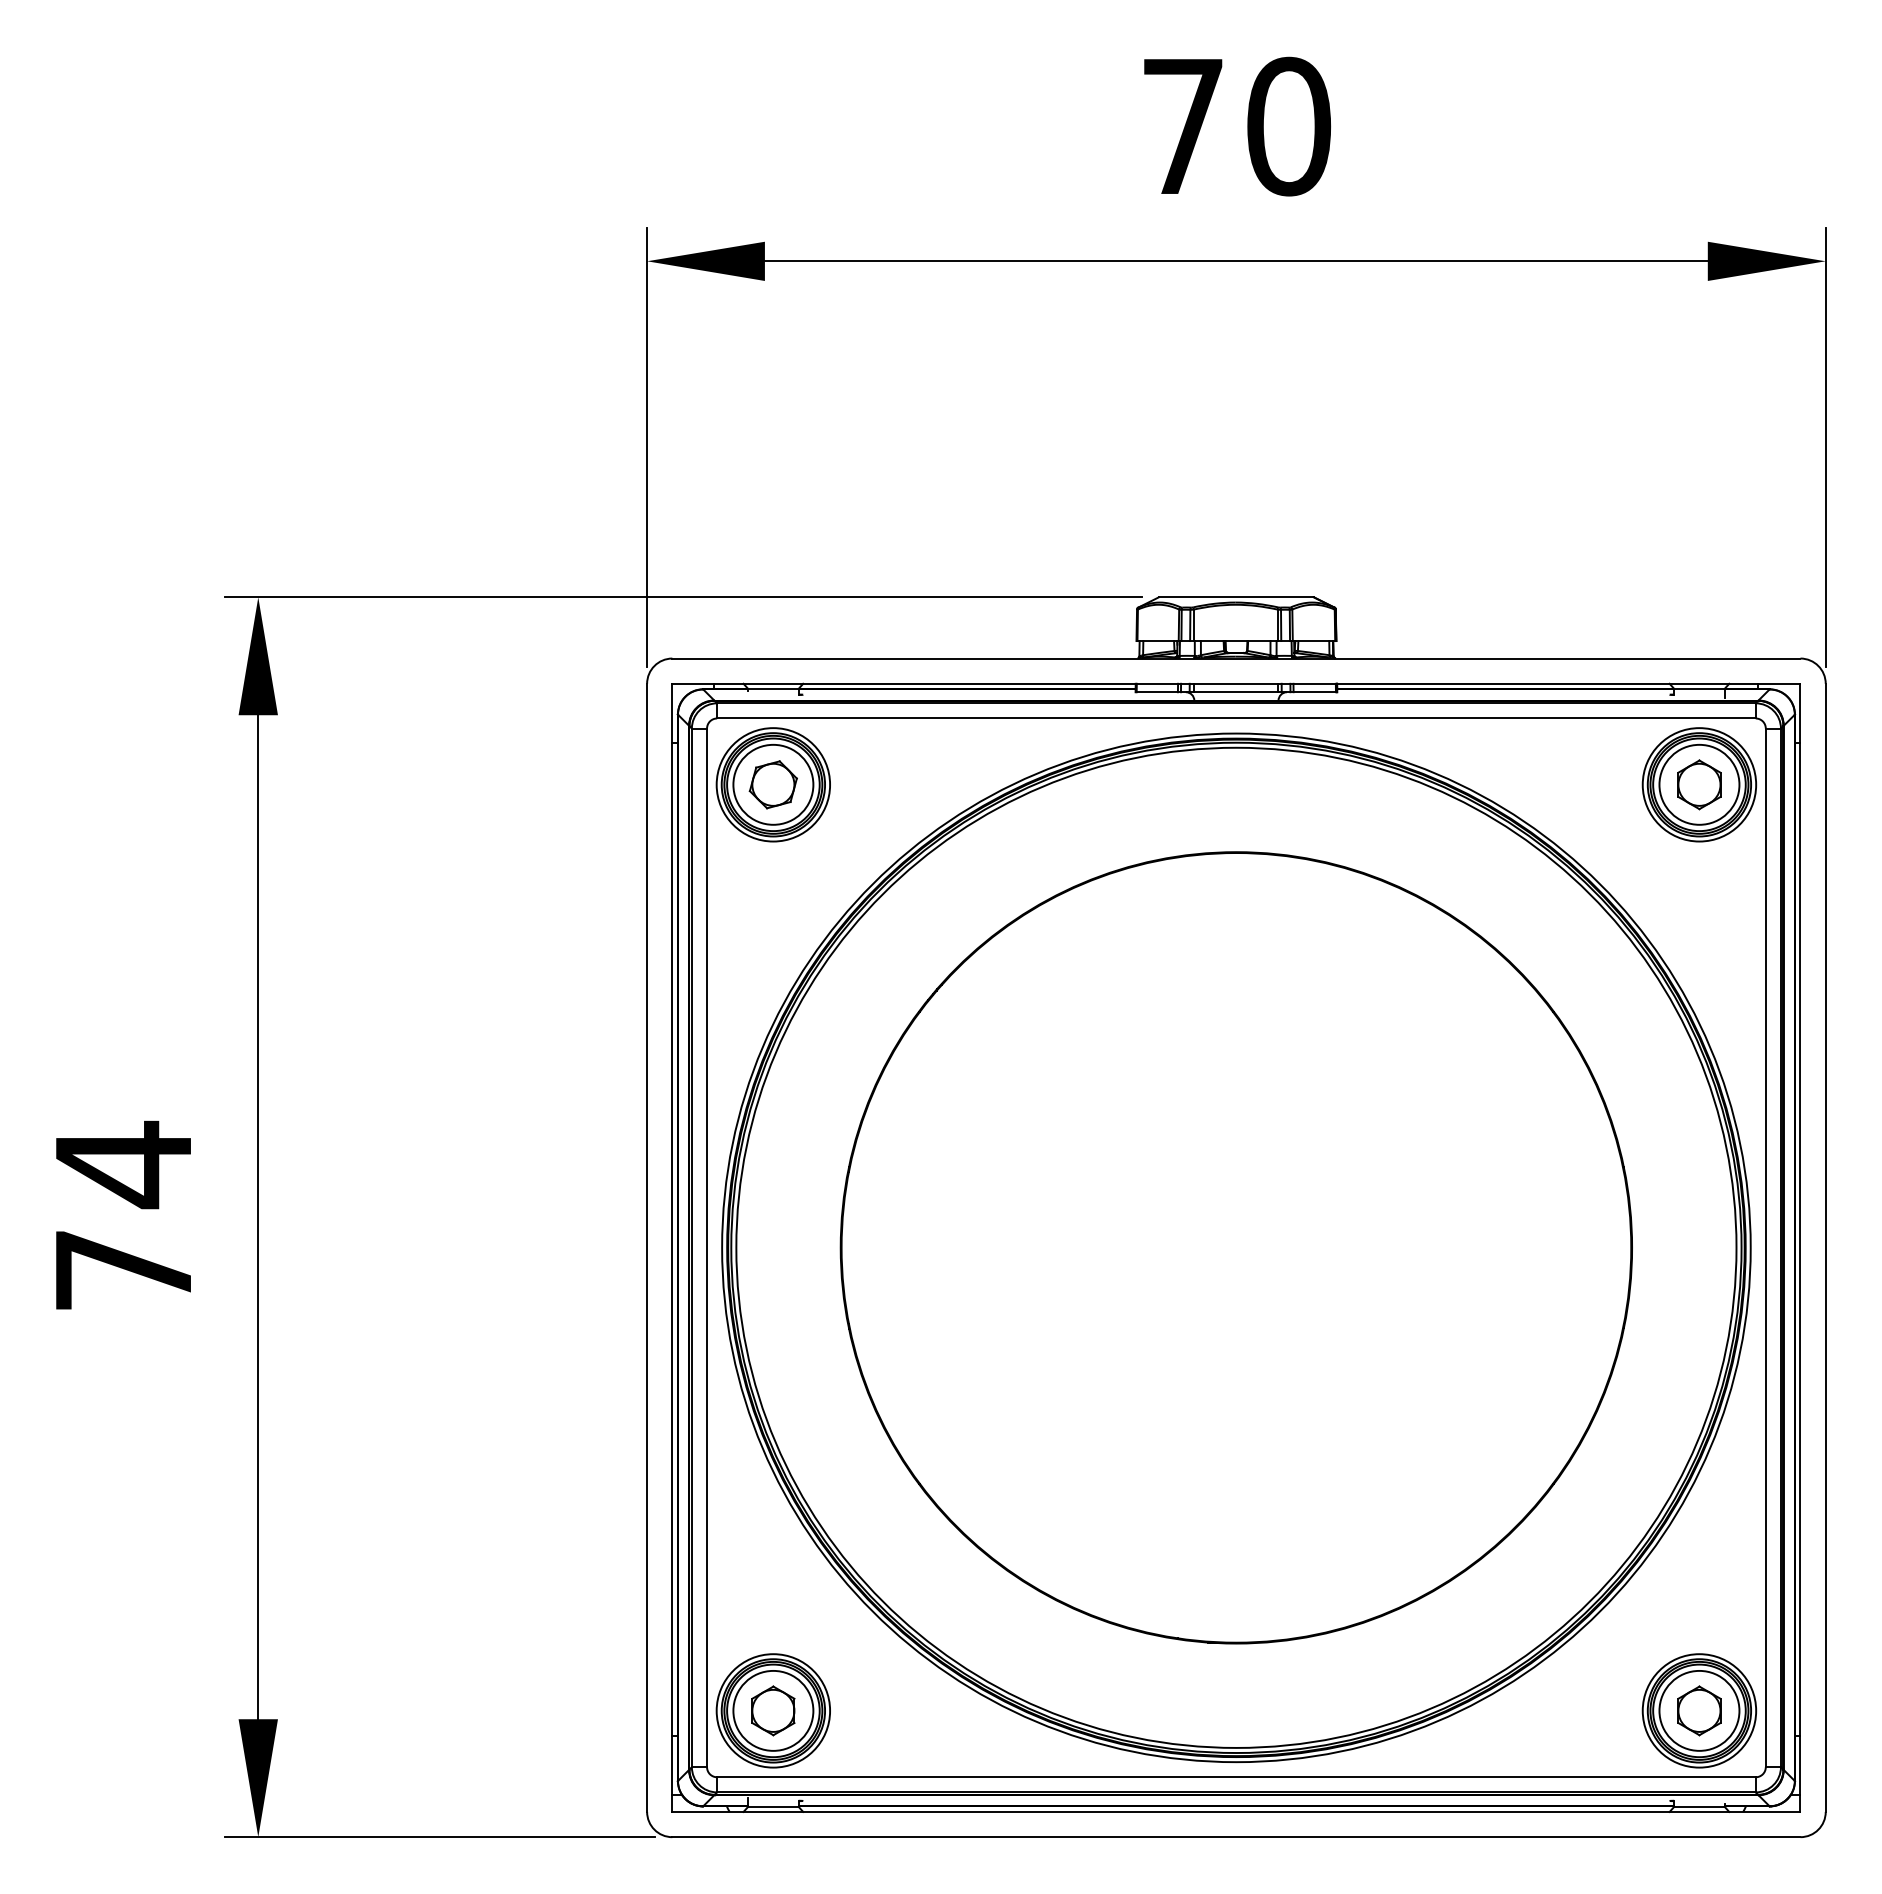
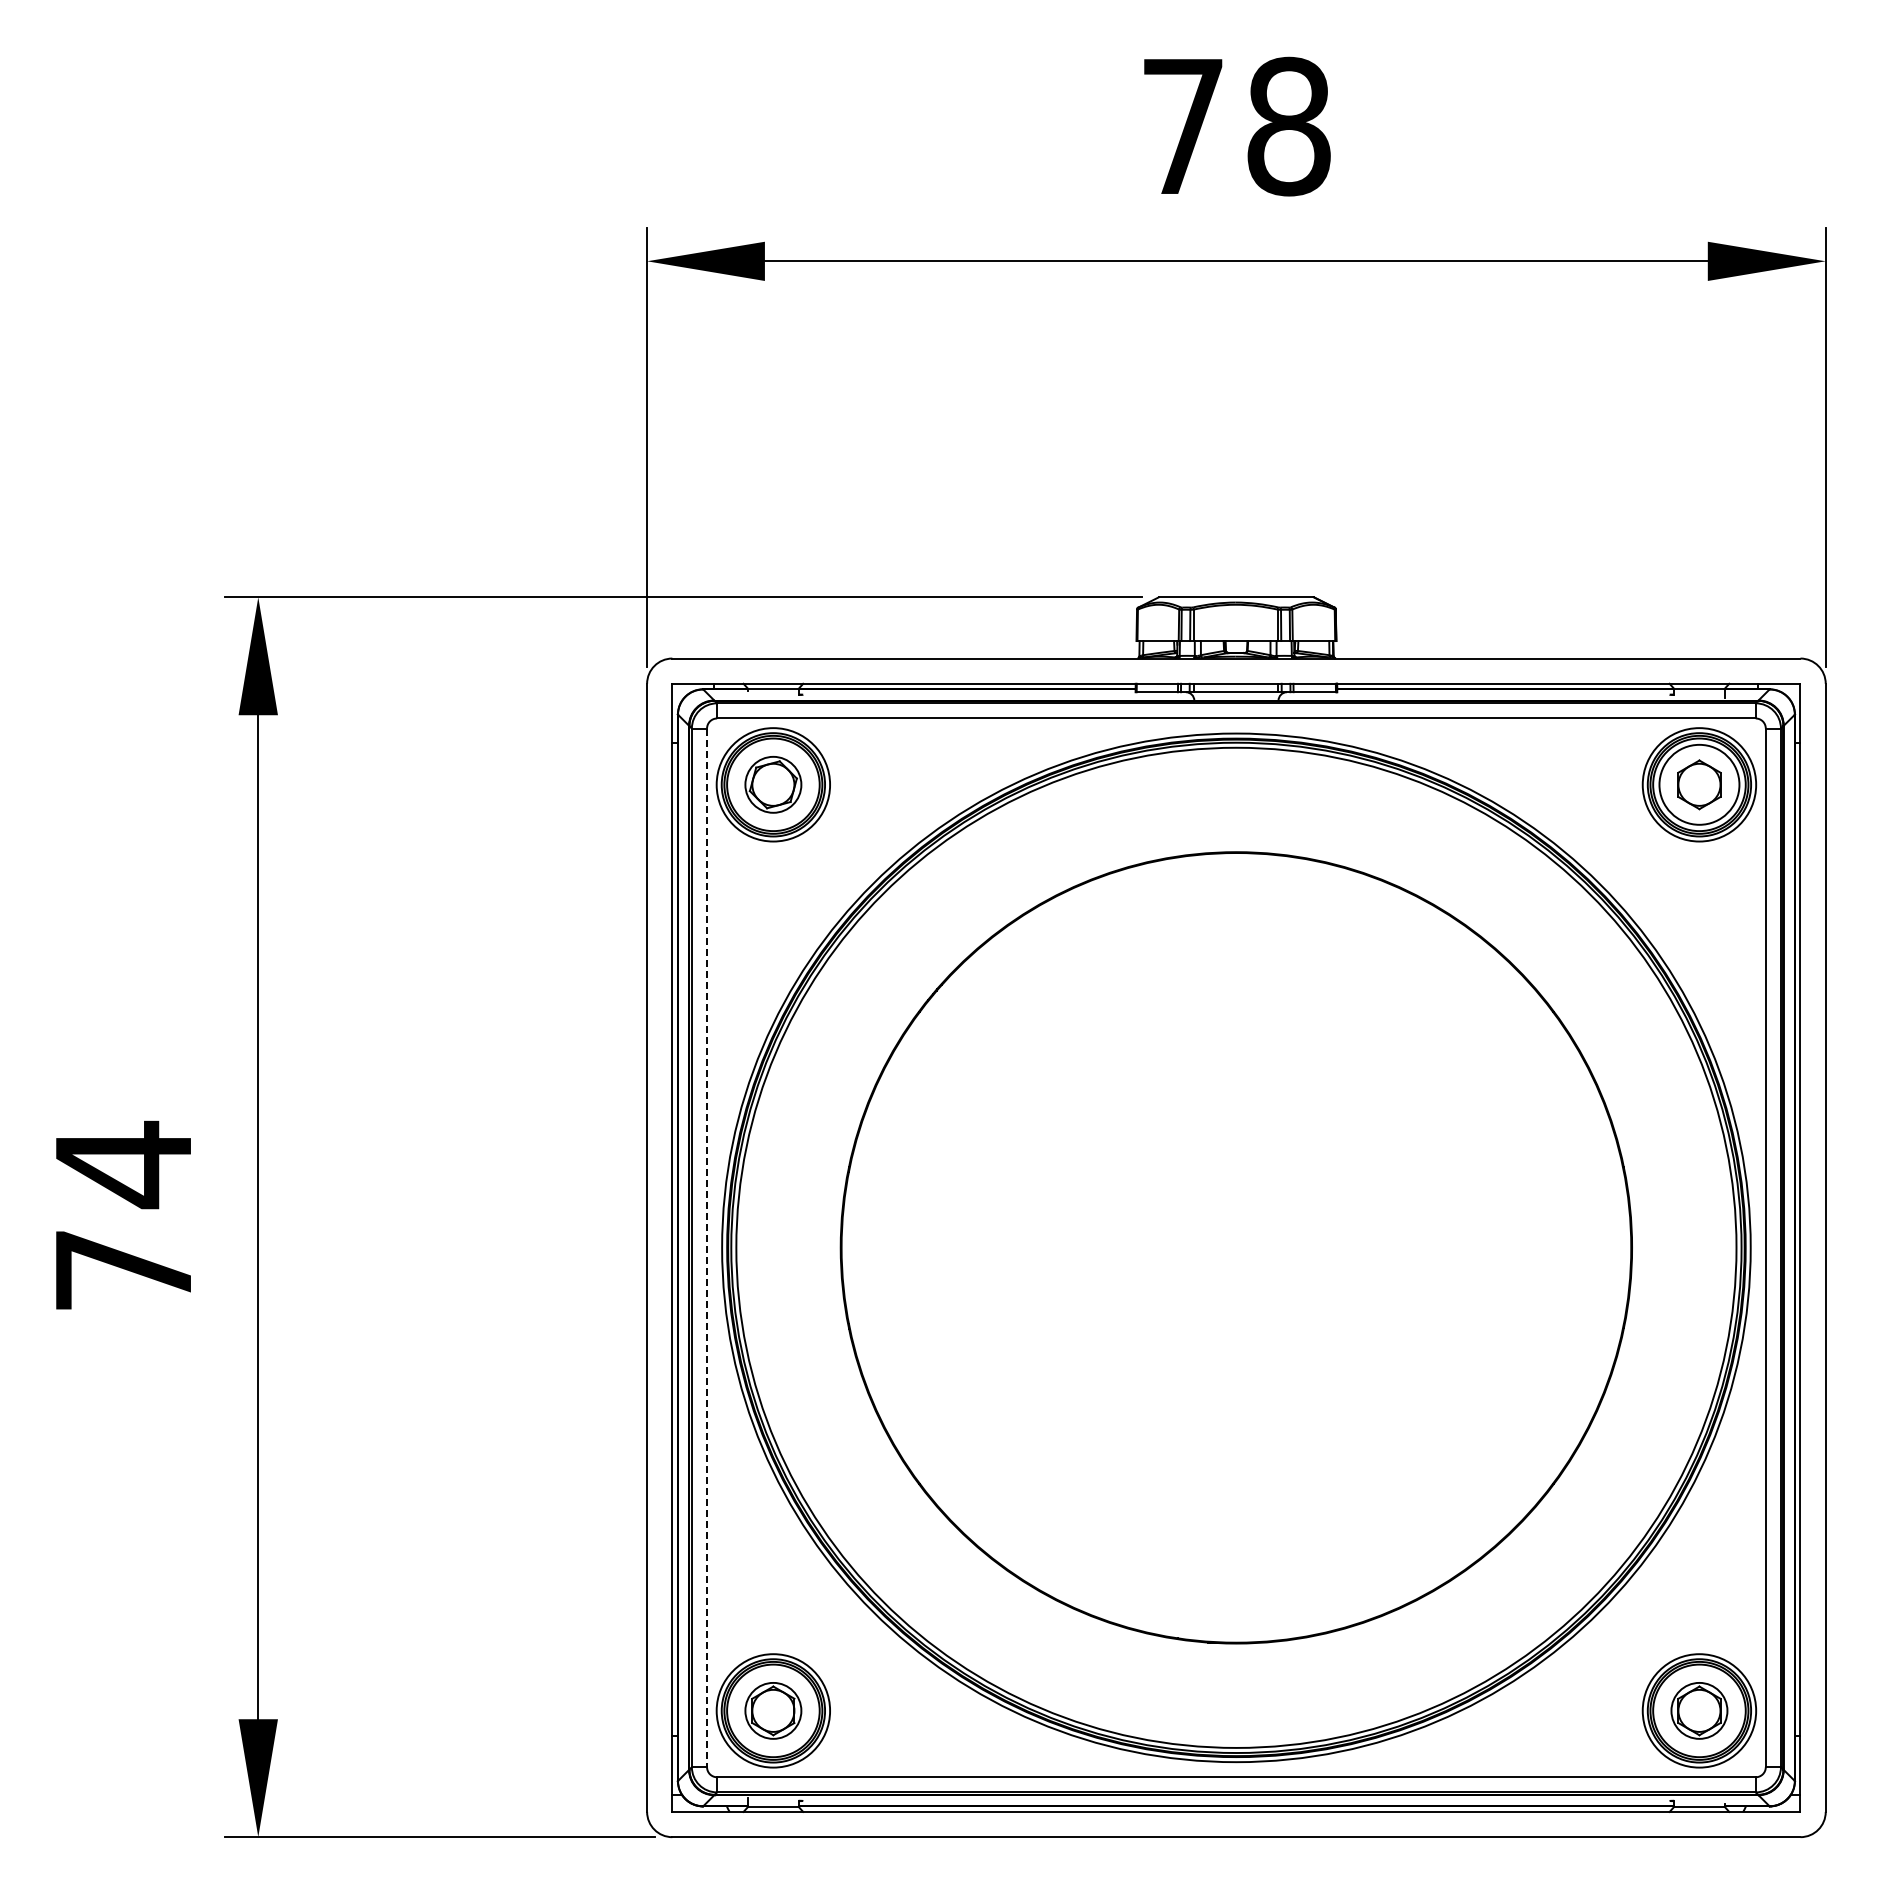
text at (1289, 126): 70 -> 78
circle at (773, 784) diameter: 80 px -> 56 px
line at (707, 1248): solid -> dashed
circle at (773, 1710) diameter: 80 px -> 56 px
circle at (1699, 1710) diameter: 80 px -> 56 px
